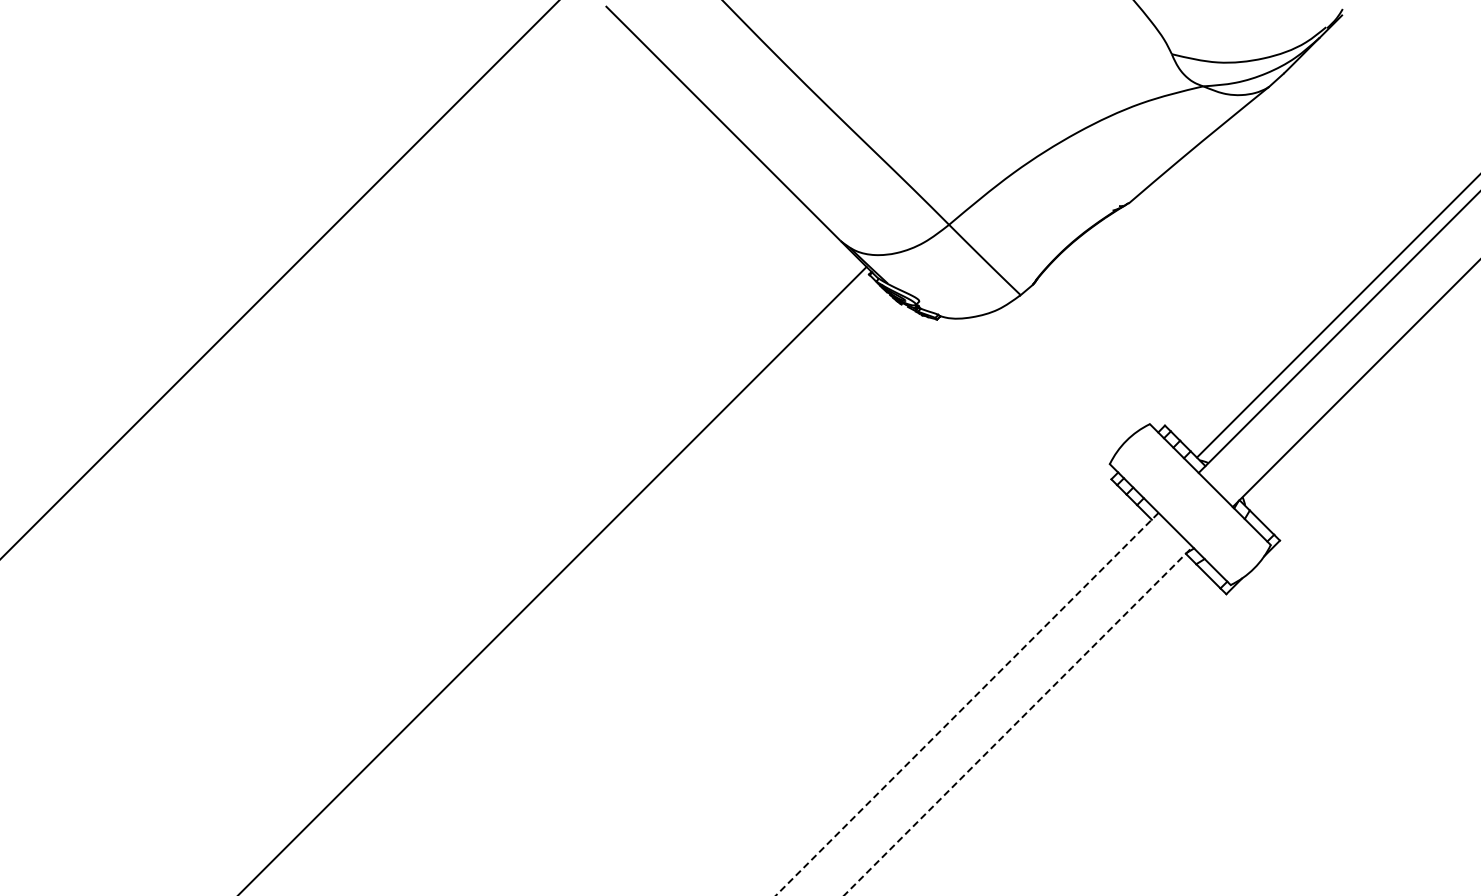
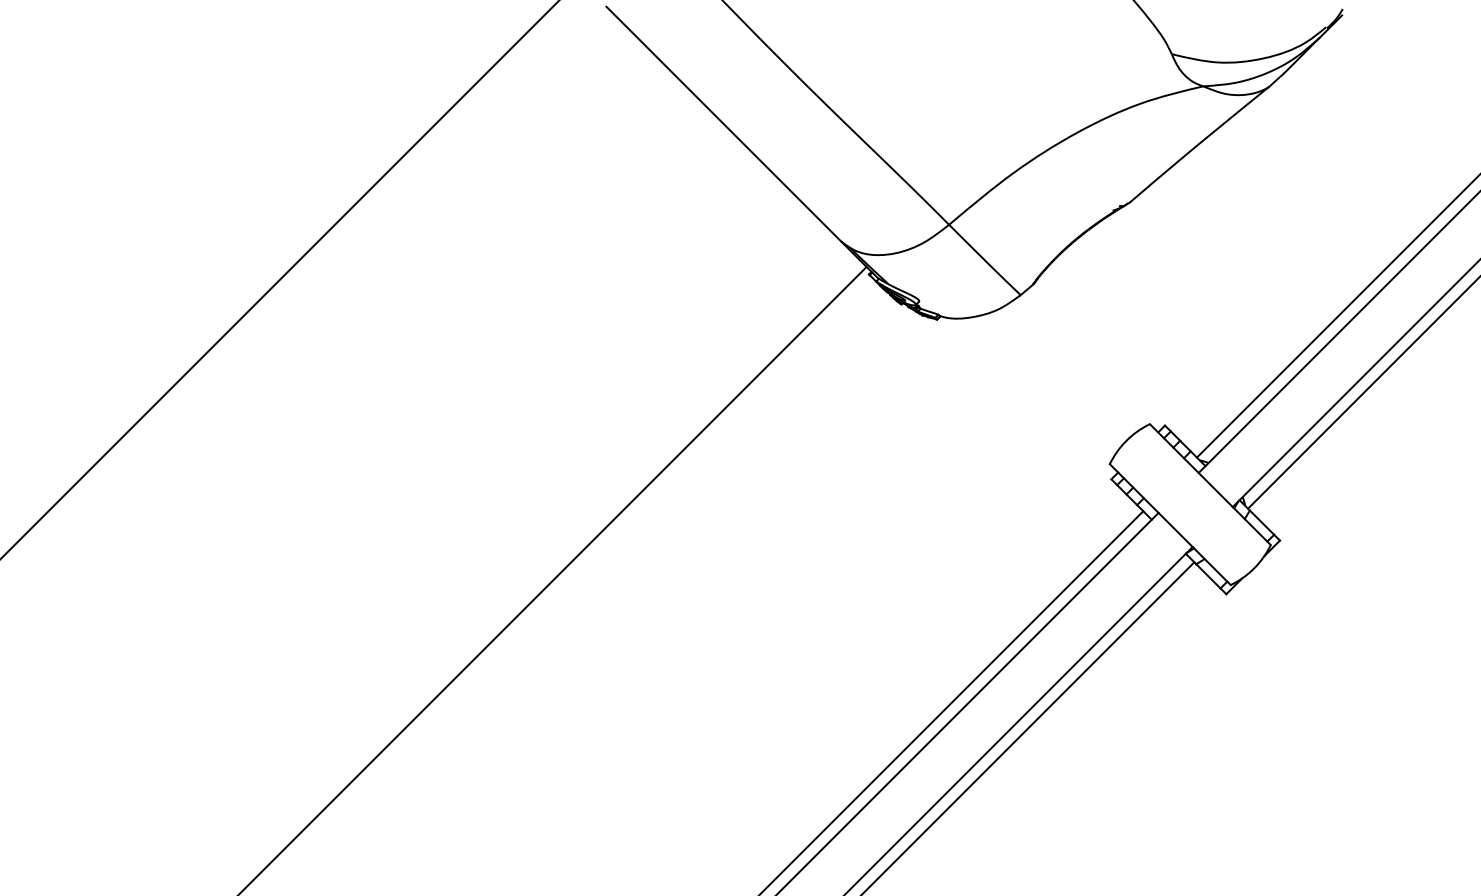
line at (1362, 393): none -> present
line at (952, 701): none -> present
line at (967, 704): dashed -> solid
line at (1018, 720): dashed -> solid
line at (1029, 727): none -> present
